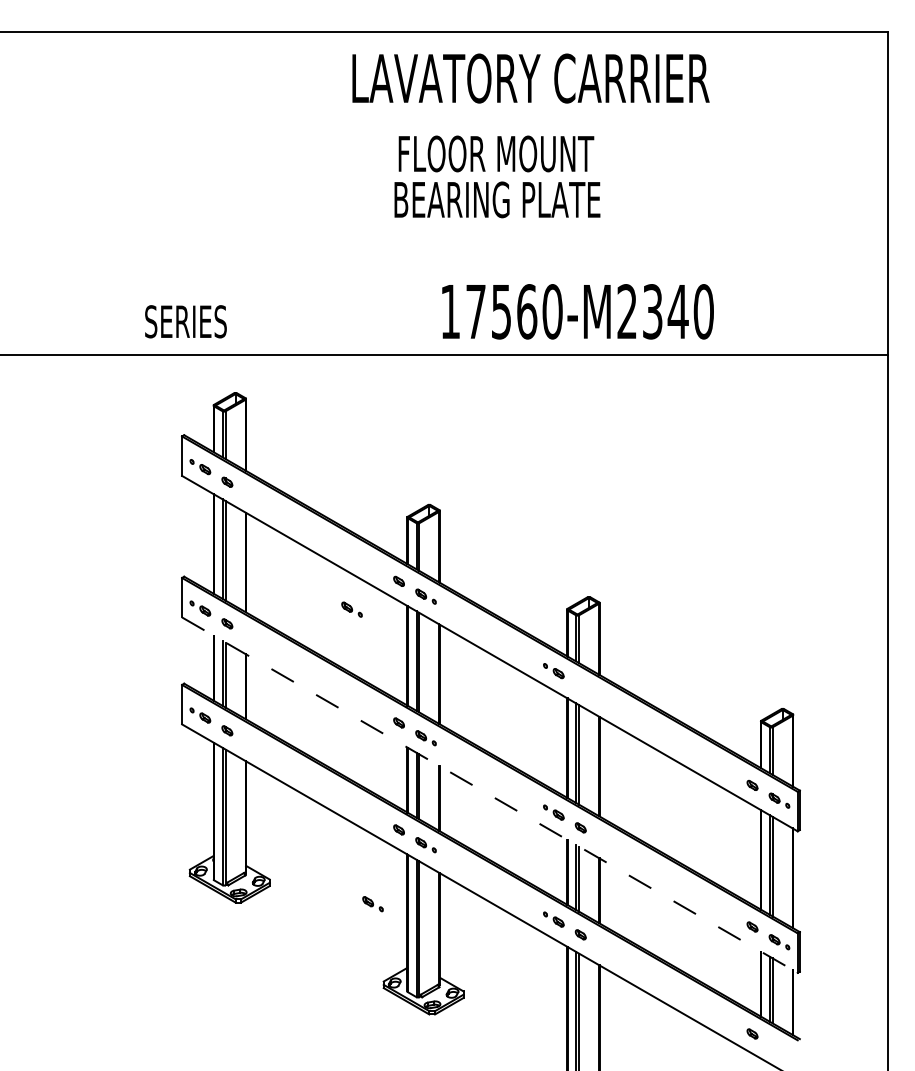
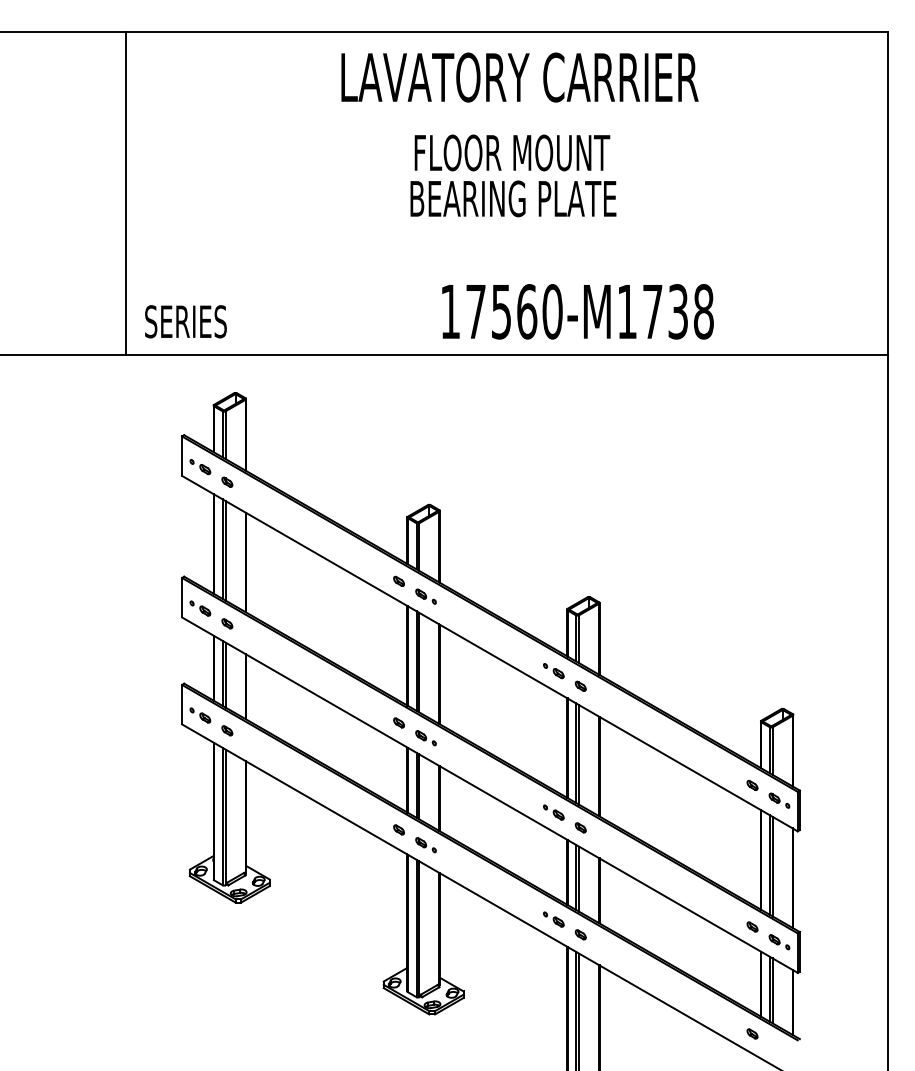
text at (530, 78) position: (530, 78) -> (519, 77)
text at (497, 176) position: (497, 176) -> (513, 175)
line at (125, 193): none -> present
text at (665, 311): 17560-M2340 -> 17560-M1738
part at (351, 609): present -> none
part at (580, 685): none -> present
line at (490, 795): dashed -> solid
part at (372, 904): present -> none
